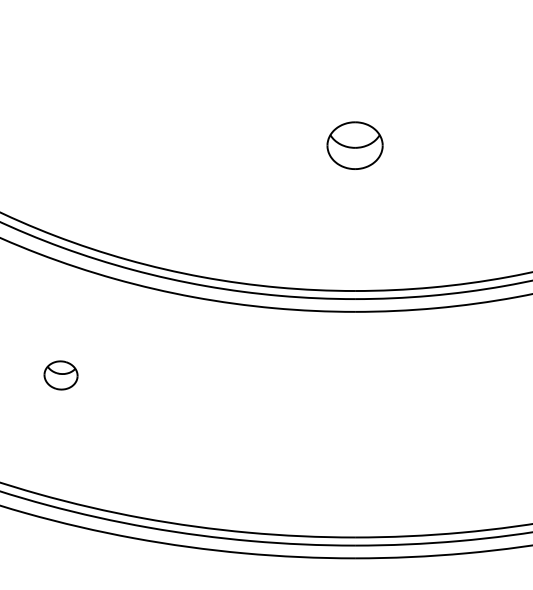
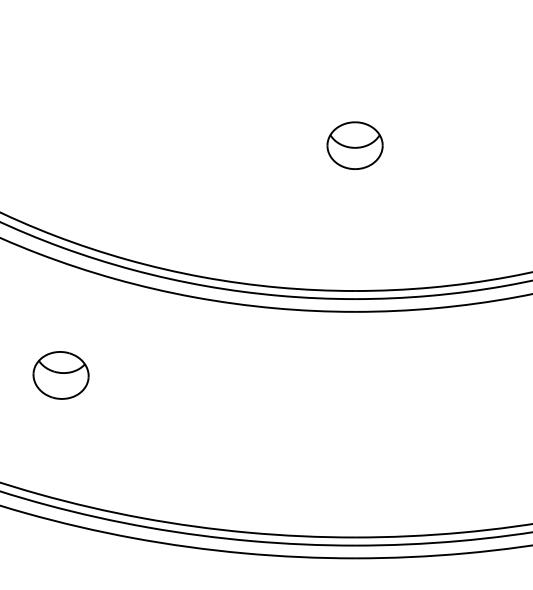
part at (60, 375) size: 36x31 px -> 58x49 px
